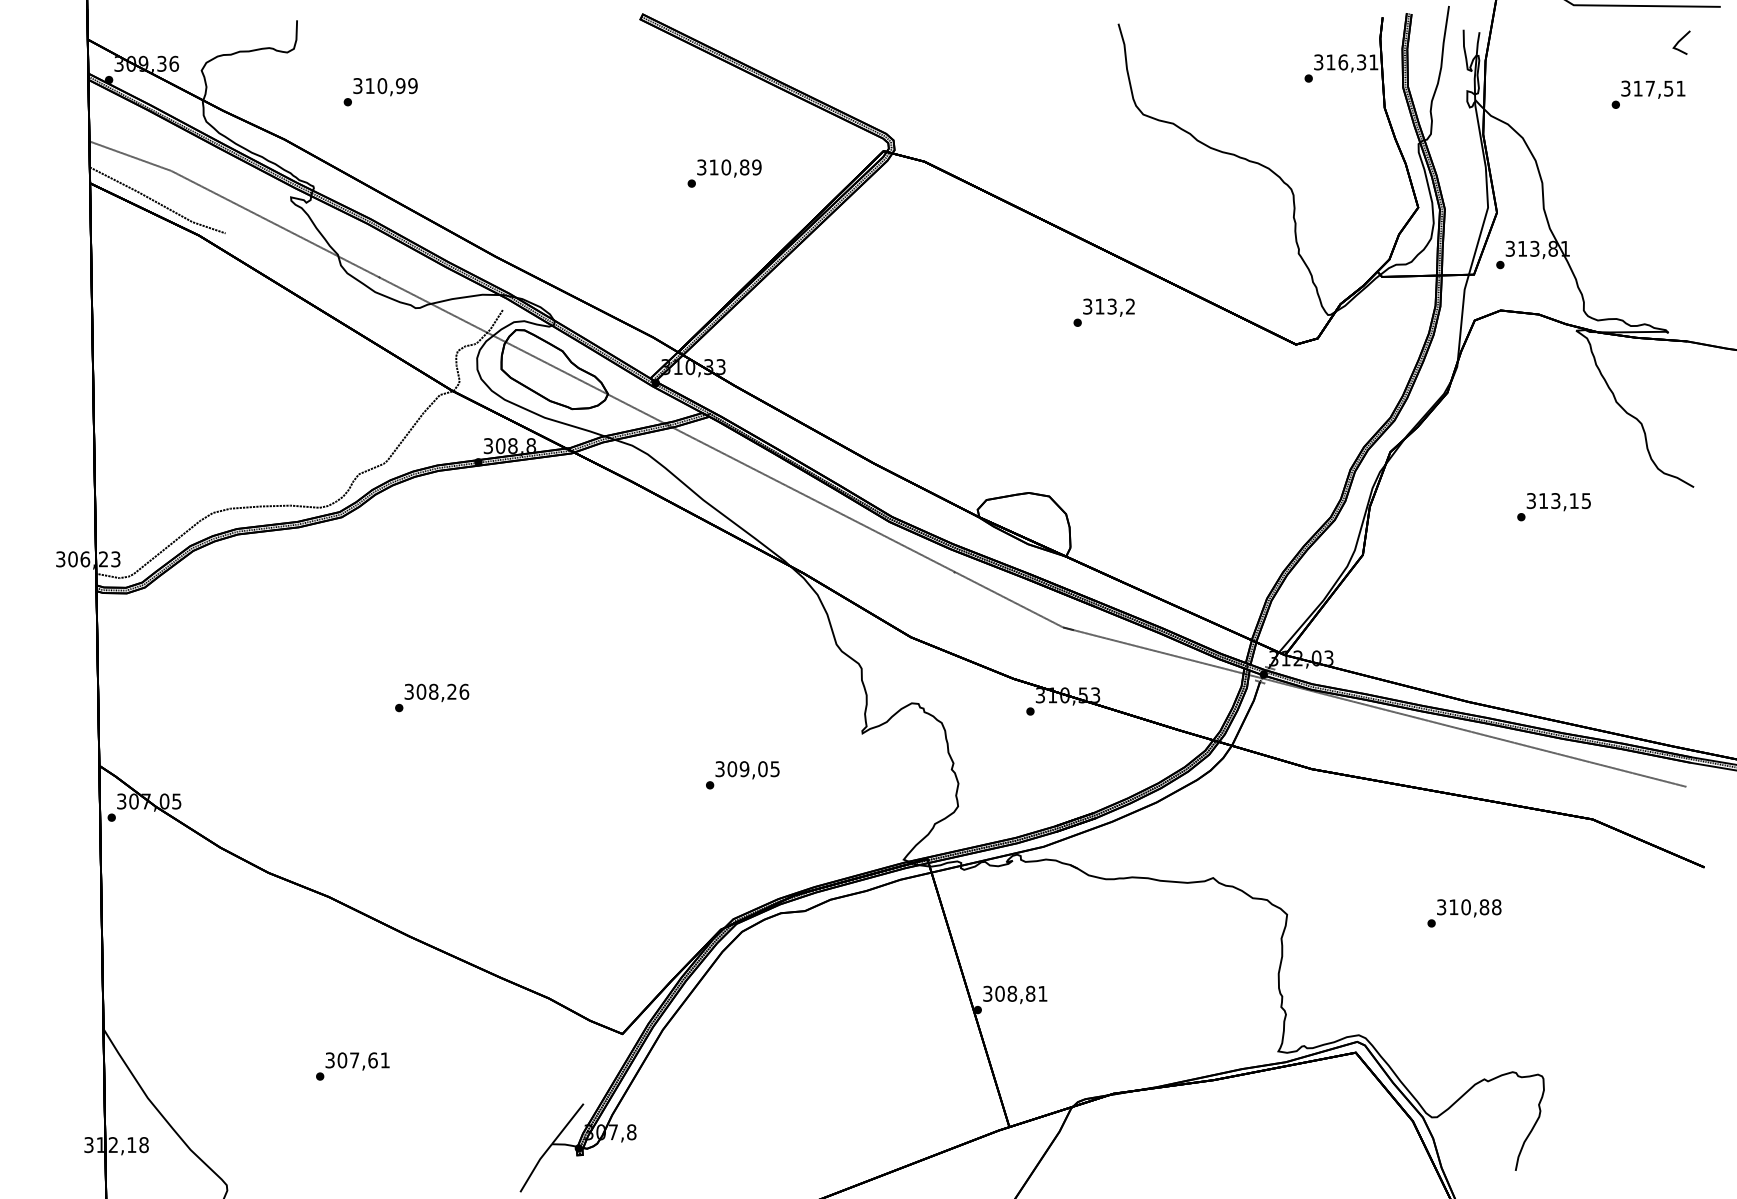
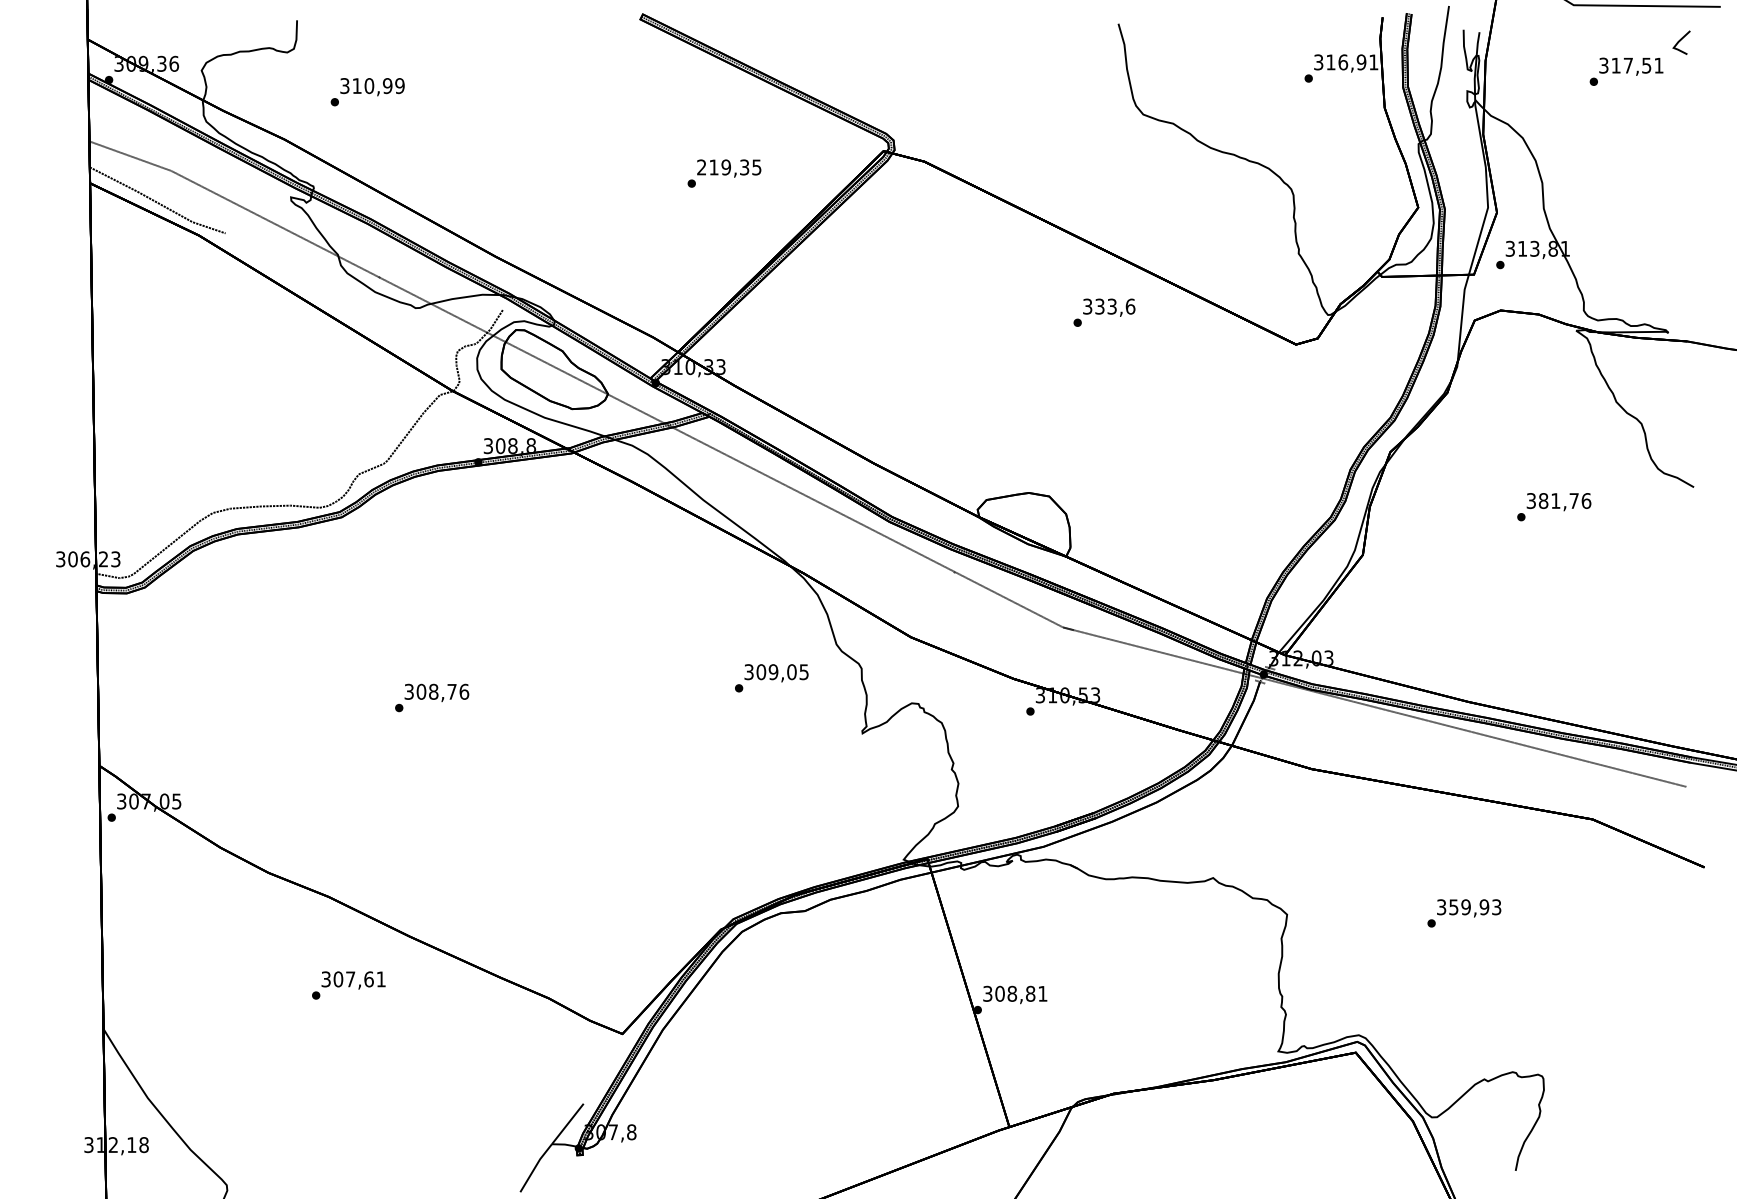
text at (1361, 62): 316,31 -> 316,91
text at (380, 92) position: (380, 92) -> (367, 92)
text at (1648, 94) position: (1648, 94) -> (1626, 71)
text at (729, 167): 310,89 -> 219,35
text at (1115, 306): 313,2 -> 333,6
text at (1564, 501): 313,15 -> 381,76
text at (451, 691): 308,26 -> 308,76
text at (742, 775) position: (742, 775) -> (771, 678)
text at (1475, 907): 310,88 -> 359,93
text at (352, 1066) position: (352, 1066) -> (348, 985)
